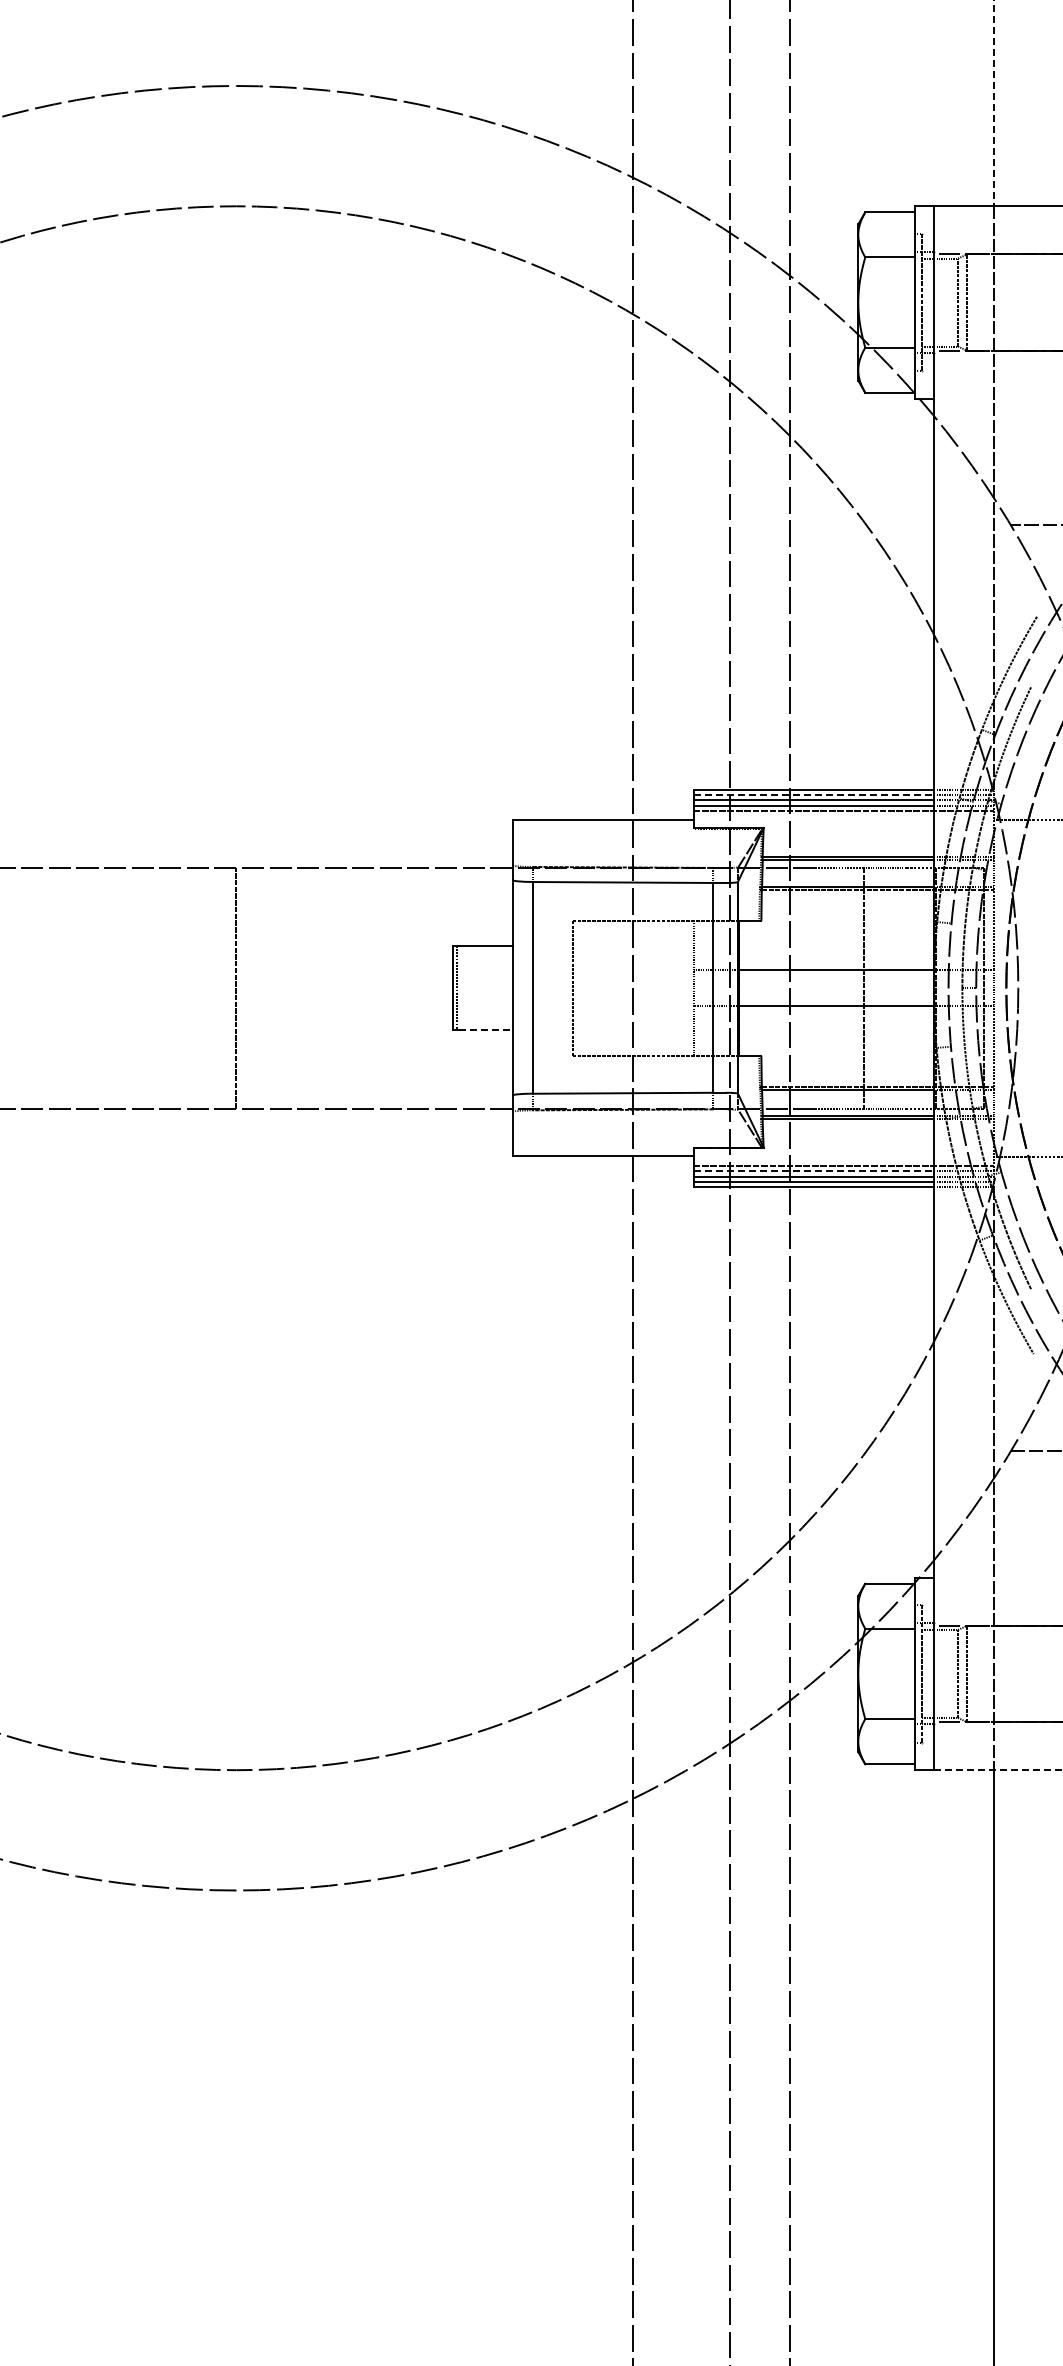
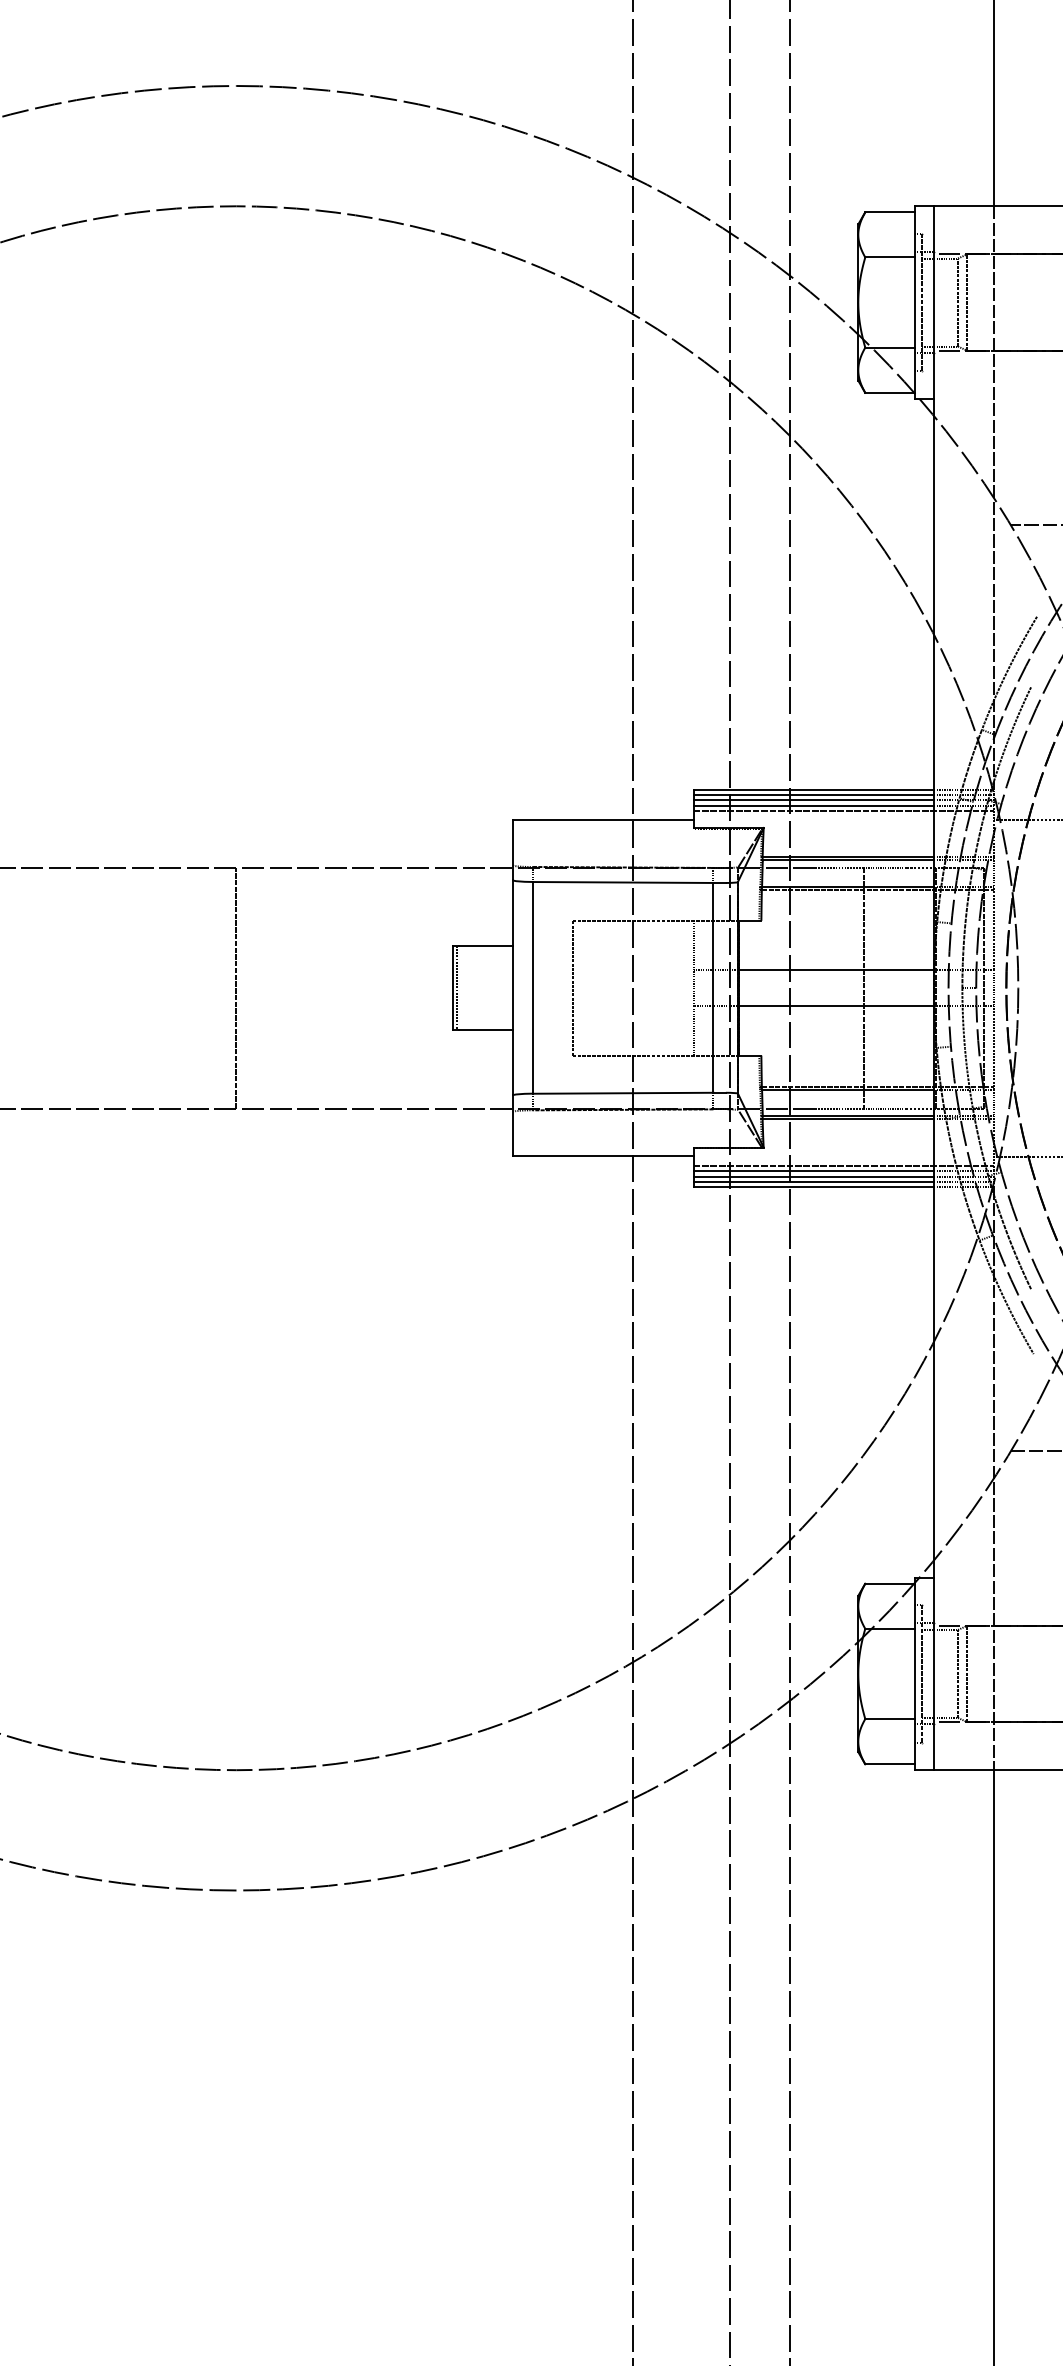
line at (994, 103): dashed -> solid
line at (814, 794): dashed -> solid
line at (486, 1030): dashed -> solid
line at (814, 1170): dashed -> solid
line at (998, 1770): dashed -> solid
